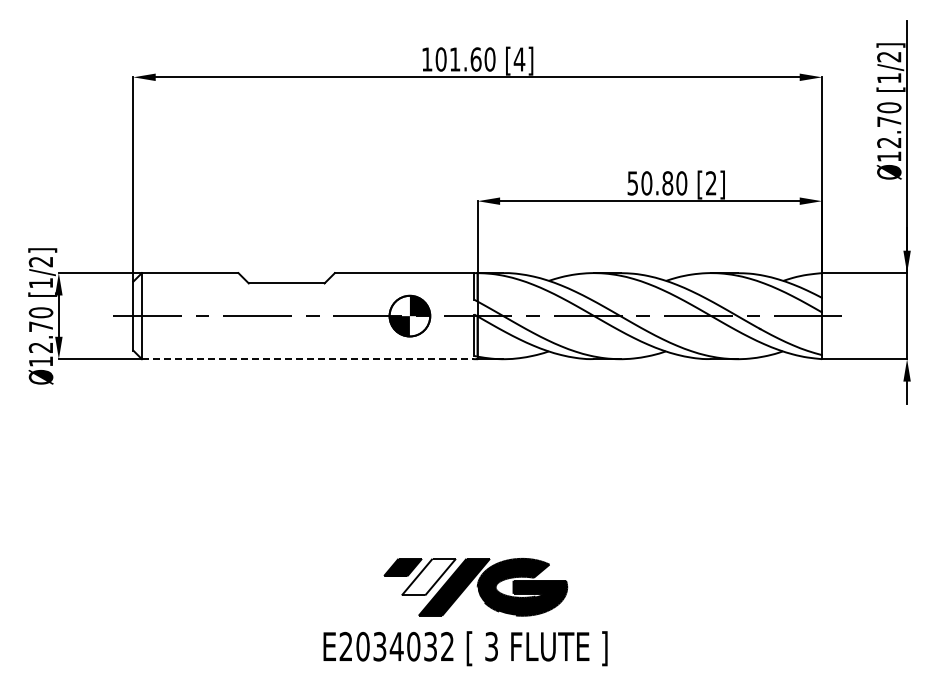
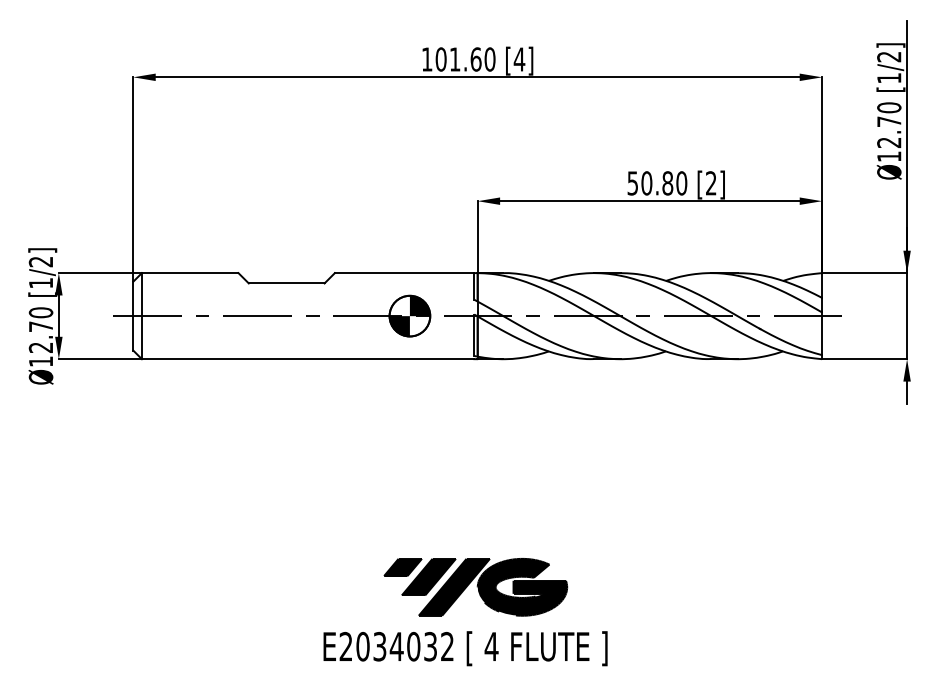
line at (308, 359): dashed -> solid
fill at (428, 576): none -> present
text at (491, 646): 3 -> 4
